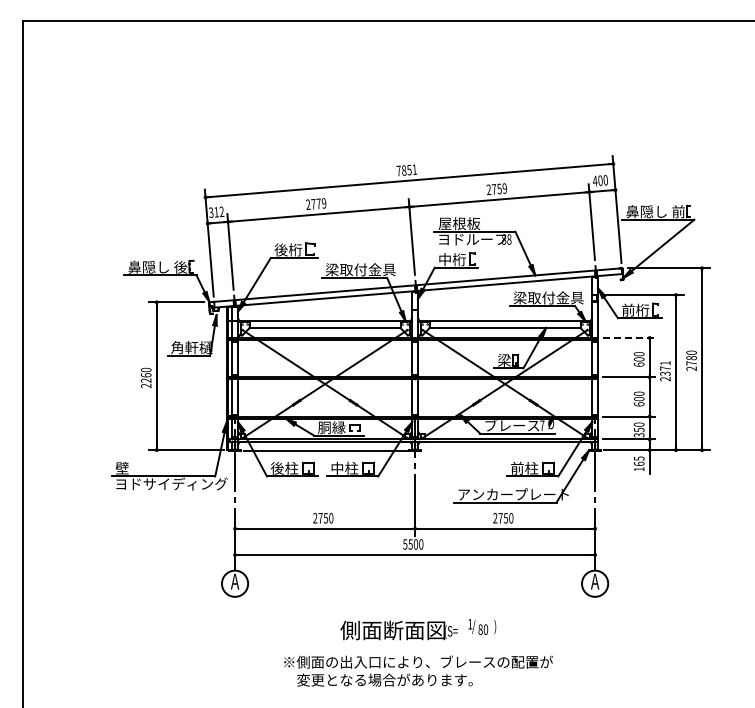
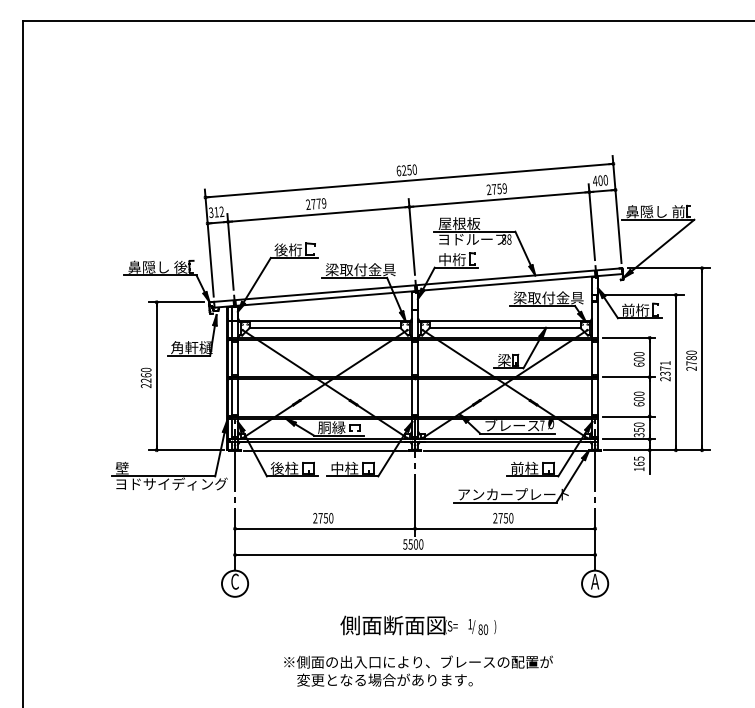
text at (406, 170): 7851 -> 6250
line at (628, 337): dashed -> solid
line at (504, 450): none -> present
text at (235, 581): A -> C
text at (398, 630) position: (398, 630) -> (398, 625)
